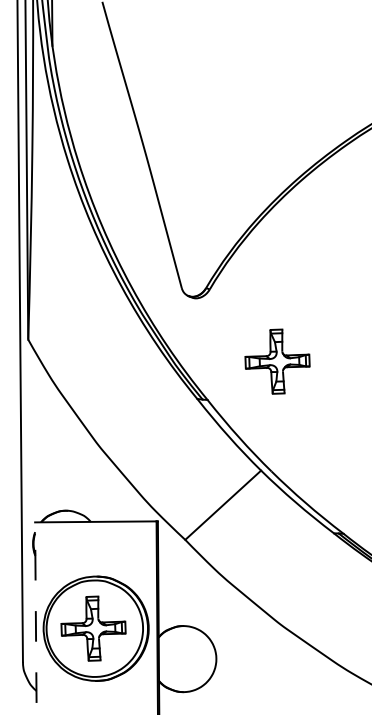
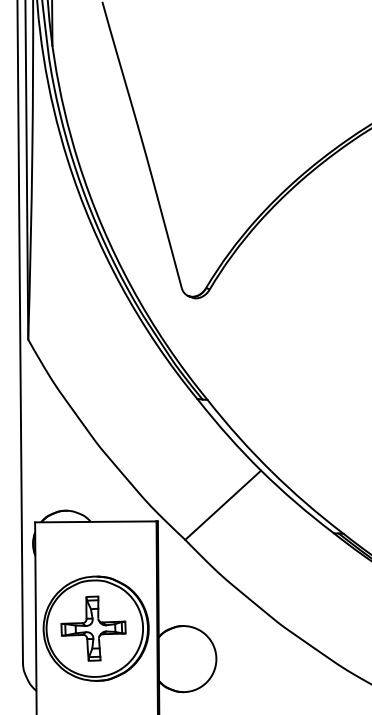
part at (277, 361): present -> none
line at (35, 618): dashed -> solid
